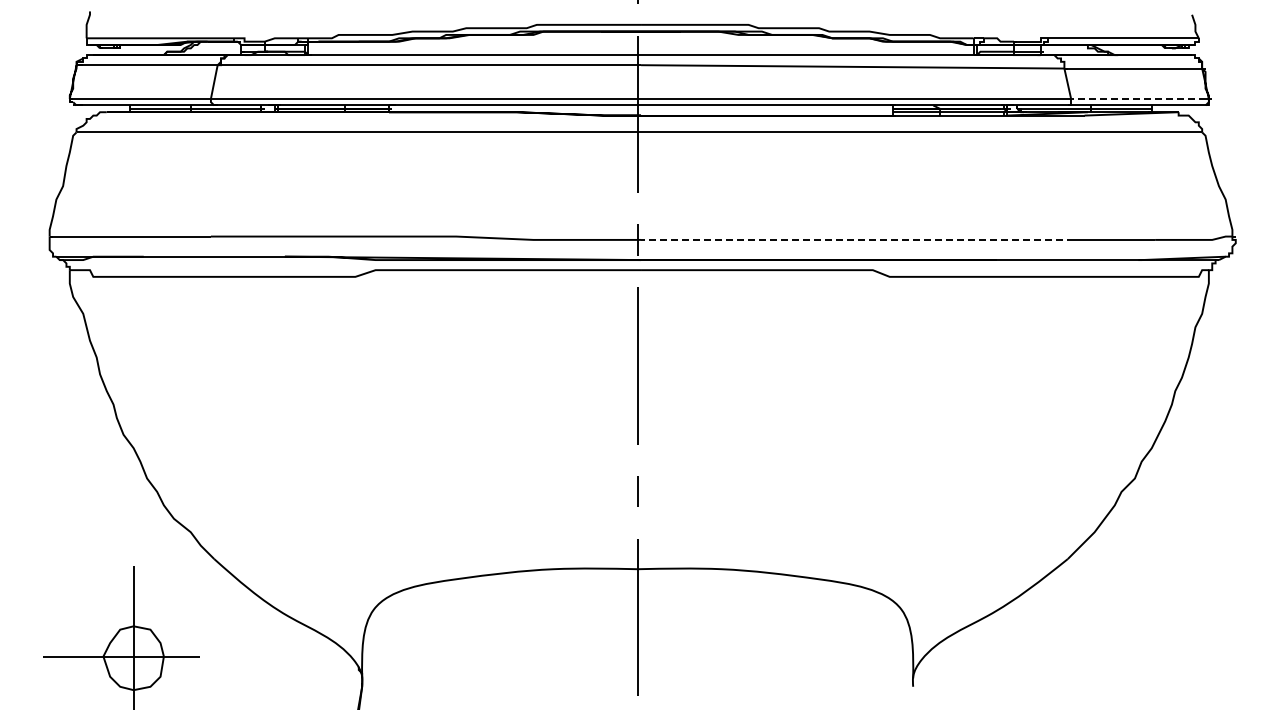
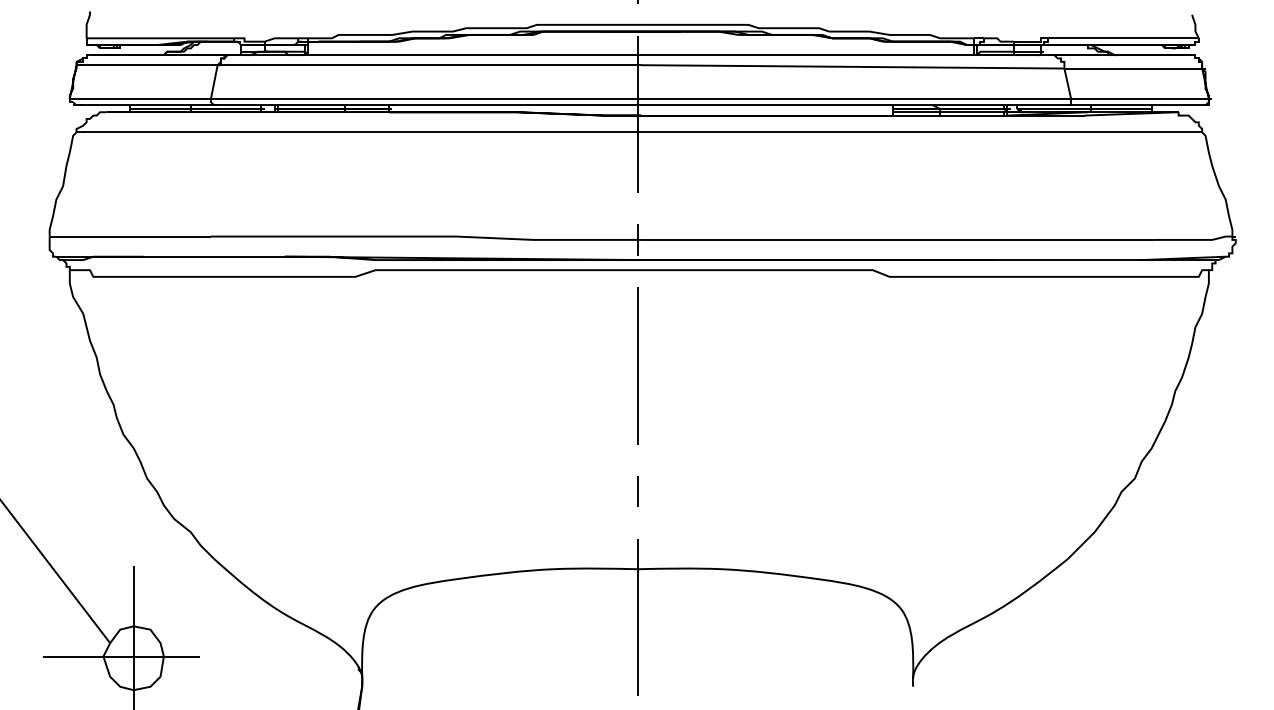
line at (1137, 98): dashed -> solid
line at (857, 239): dashed -> solid
line at (56, 572): none -> present
